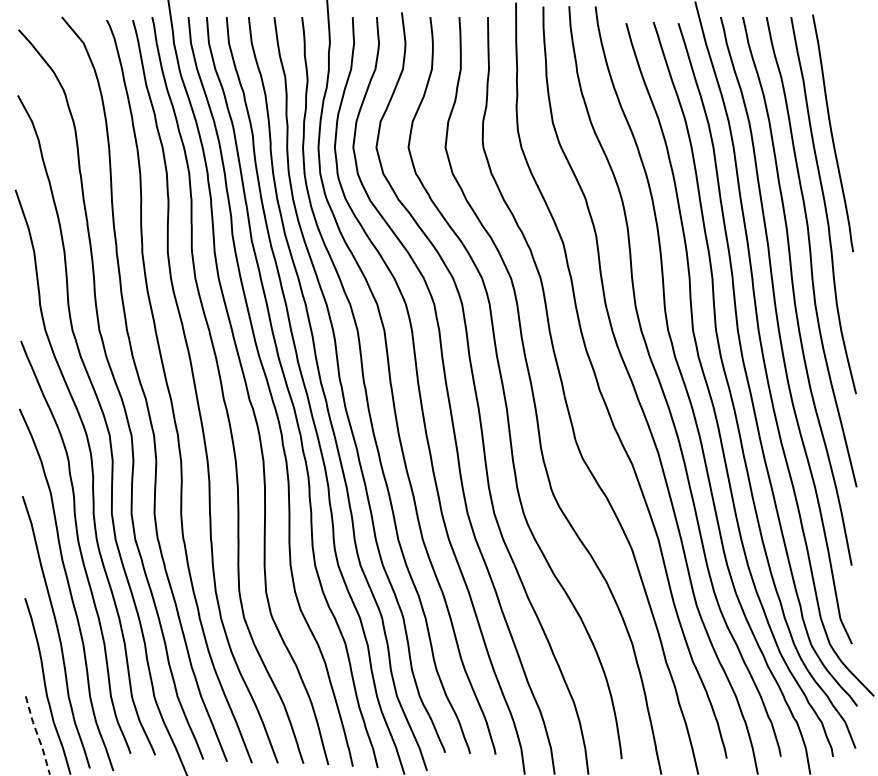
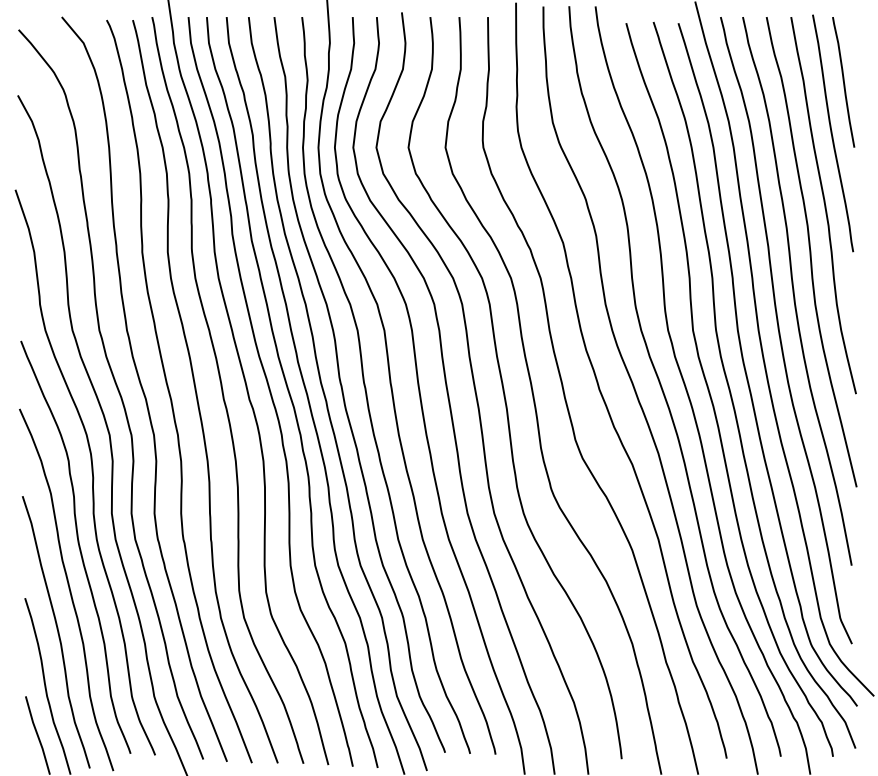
curve at (843, 82): none -> present
line at (37, 735): dashed -> solid
